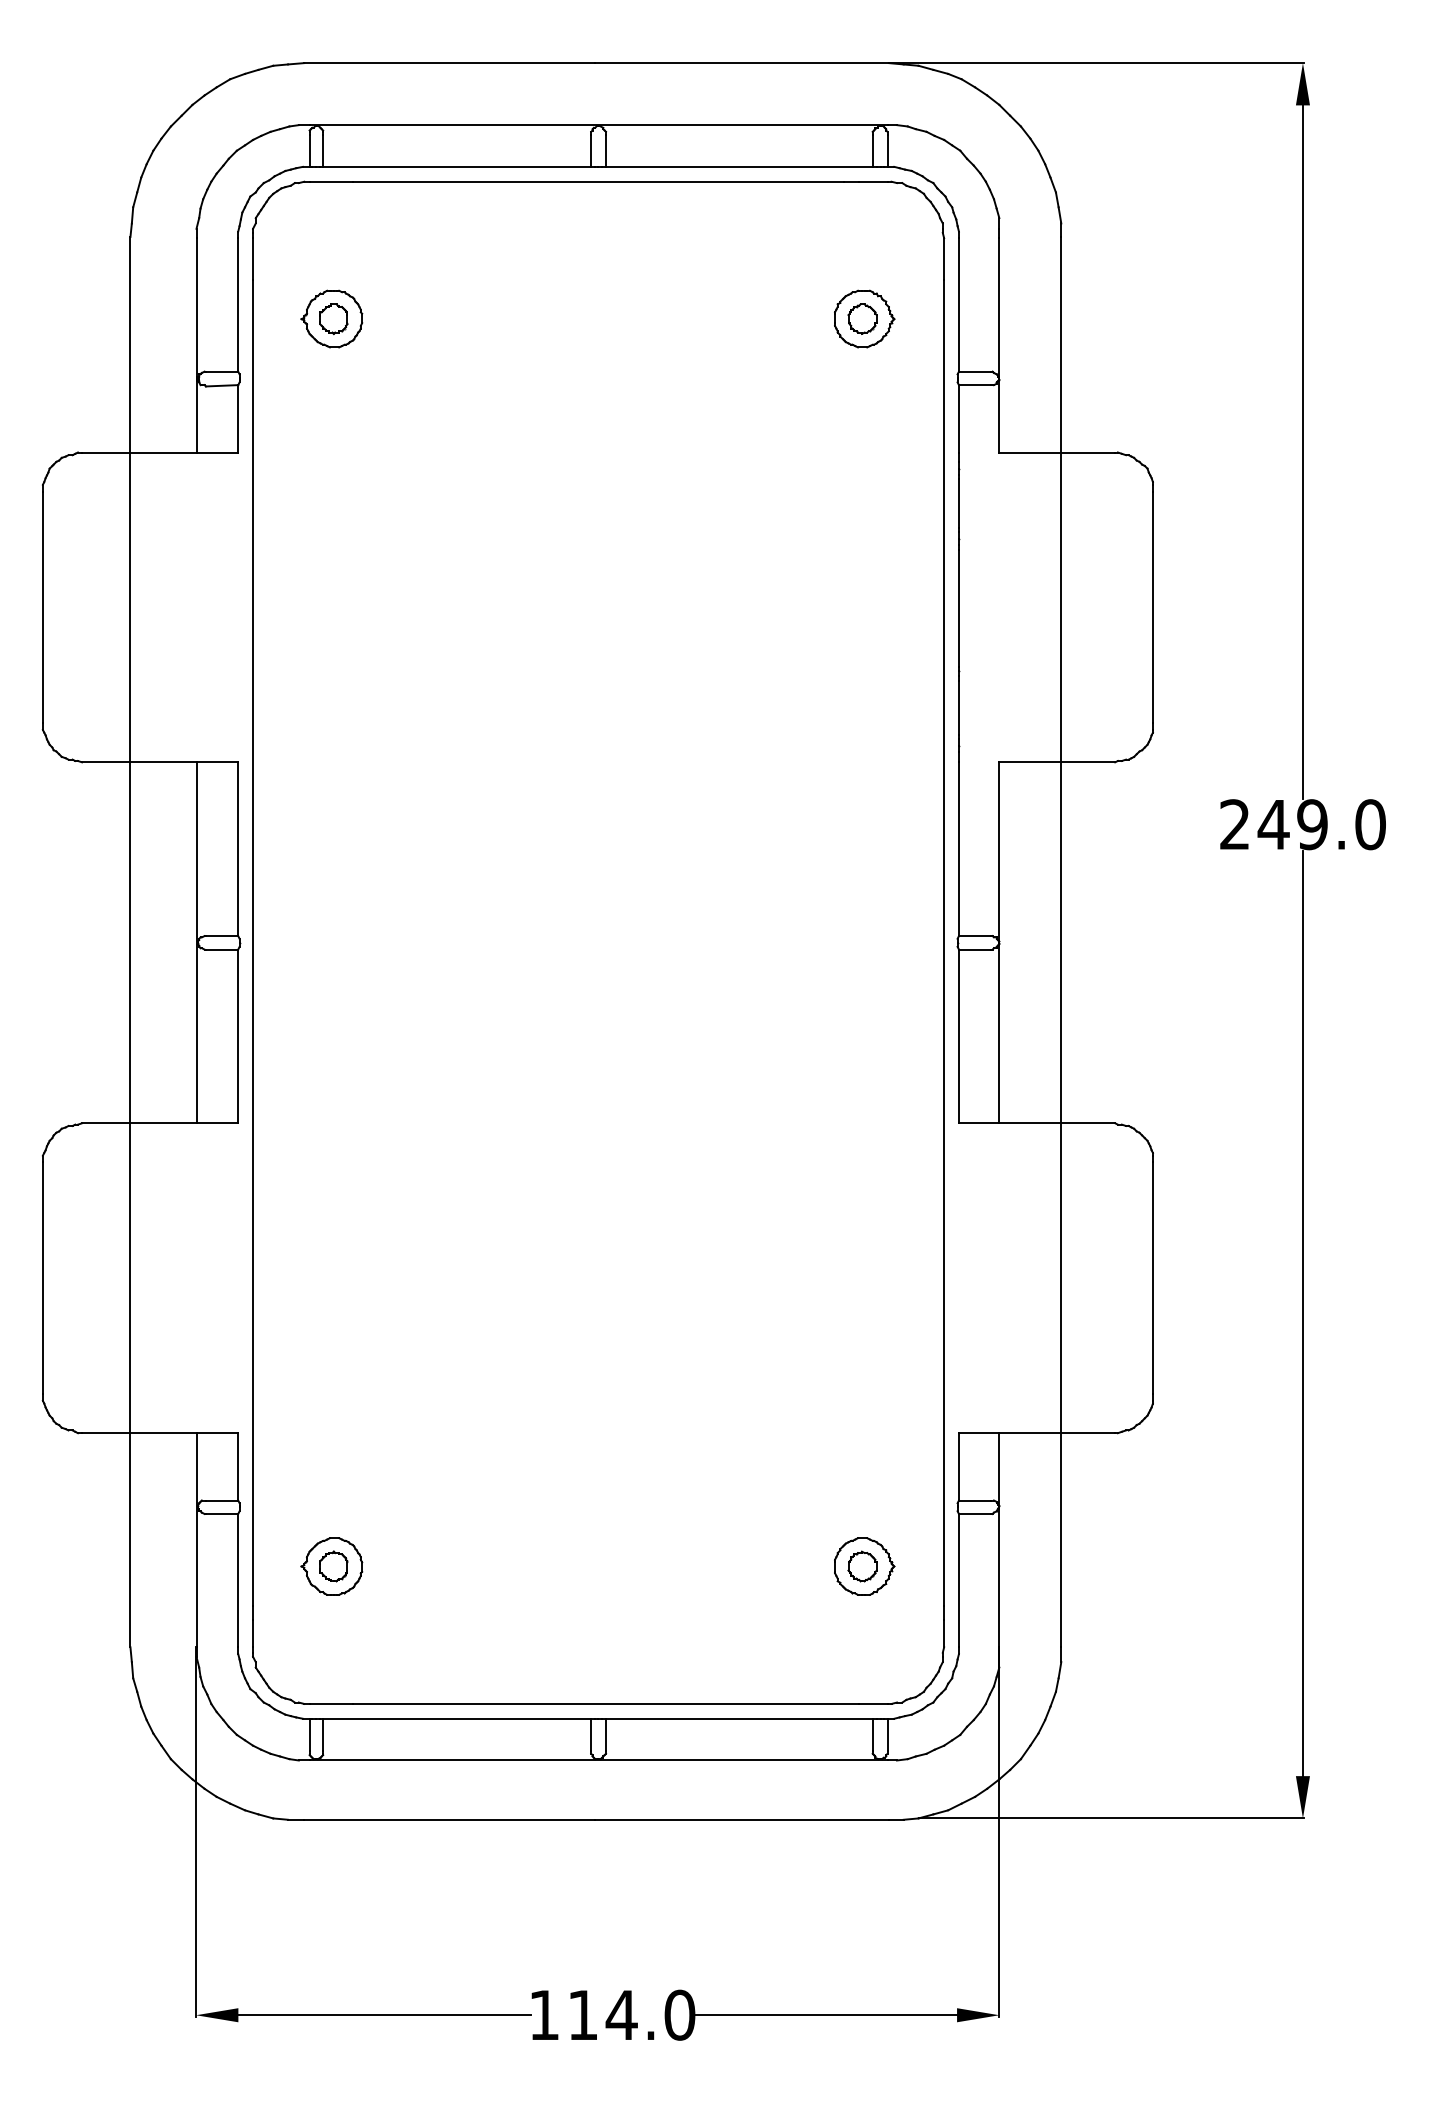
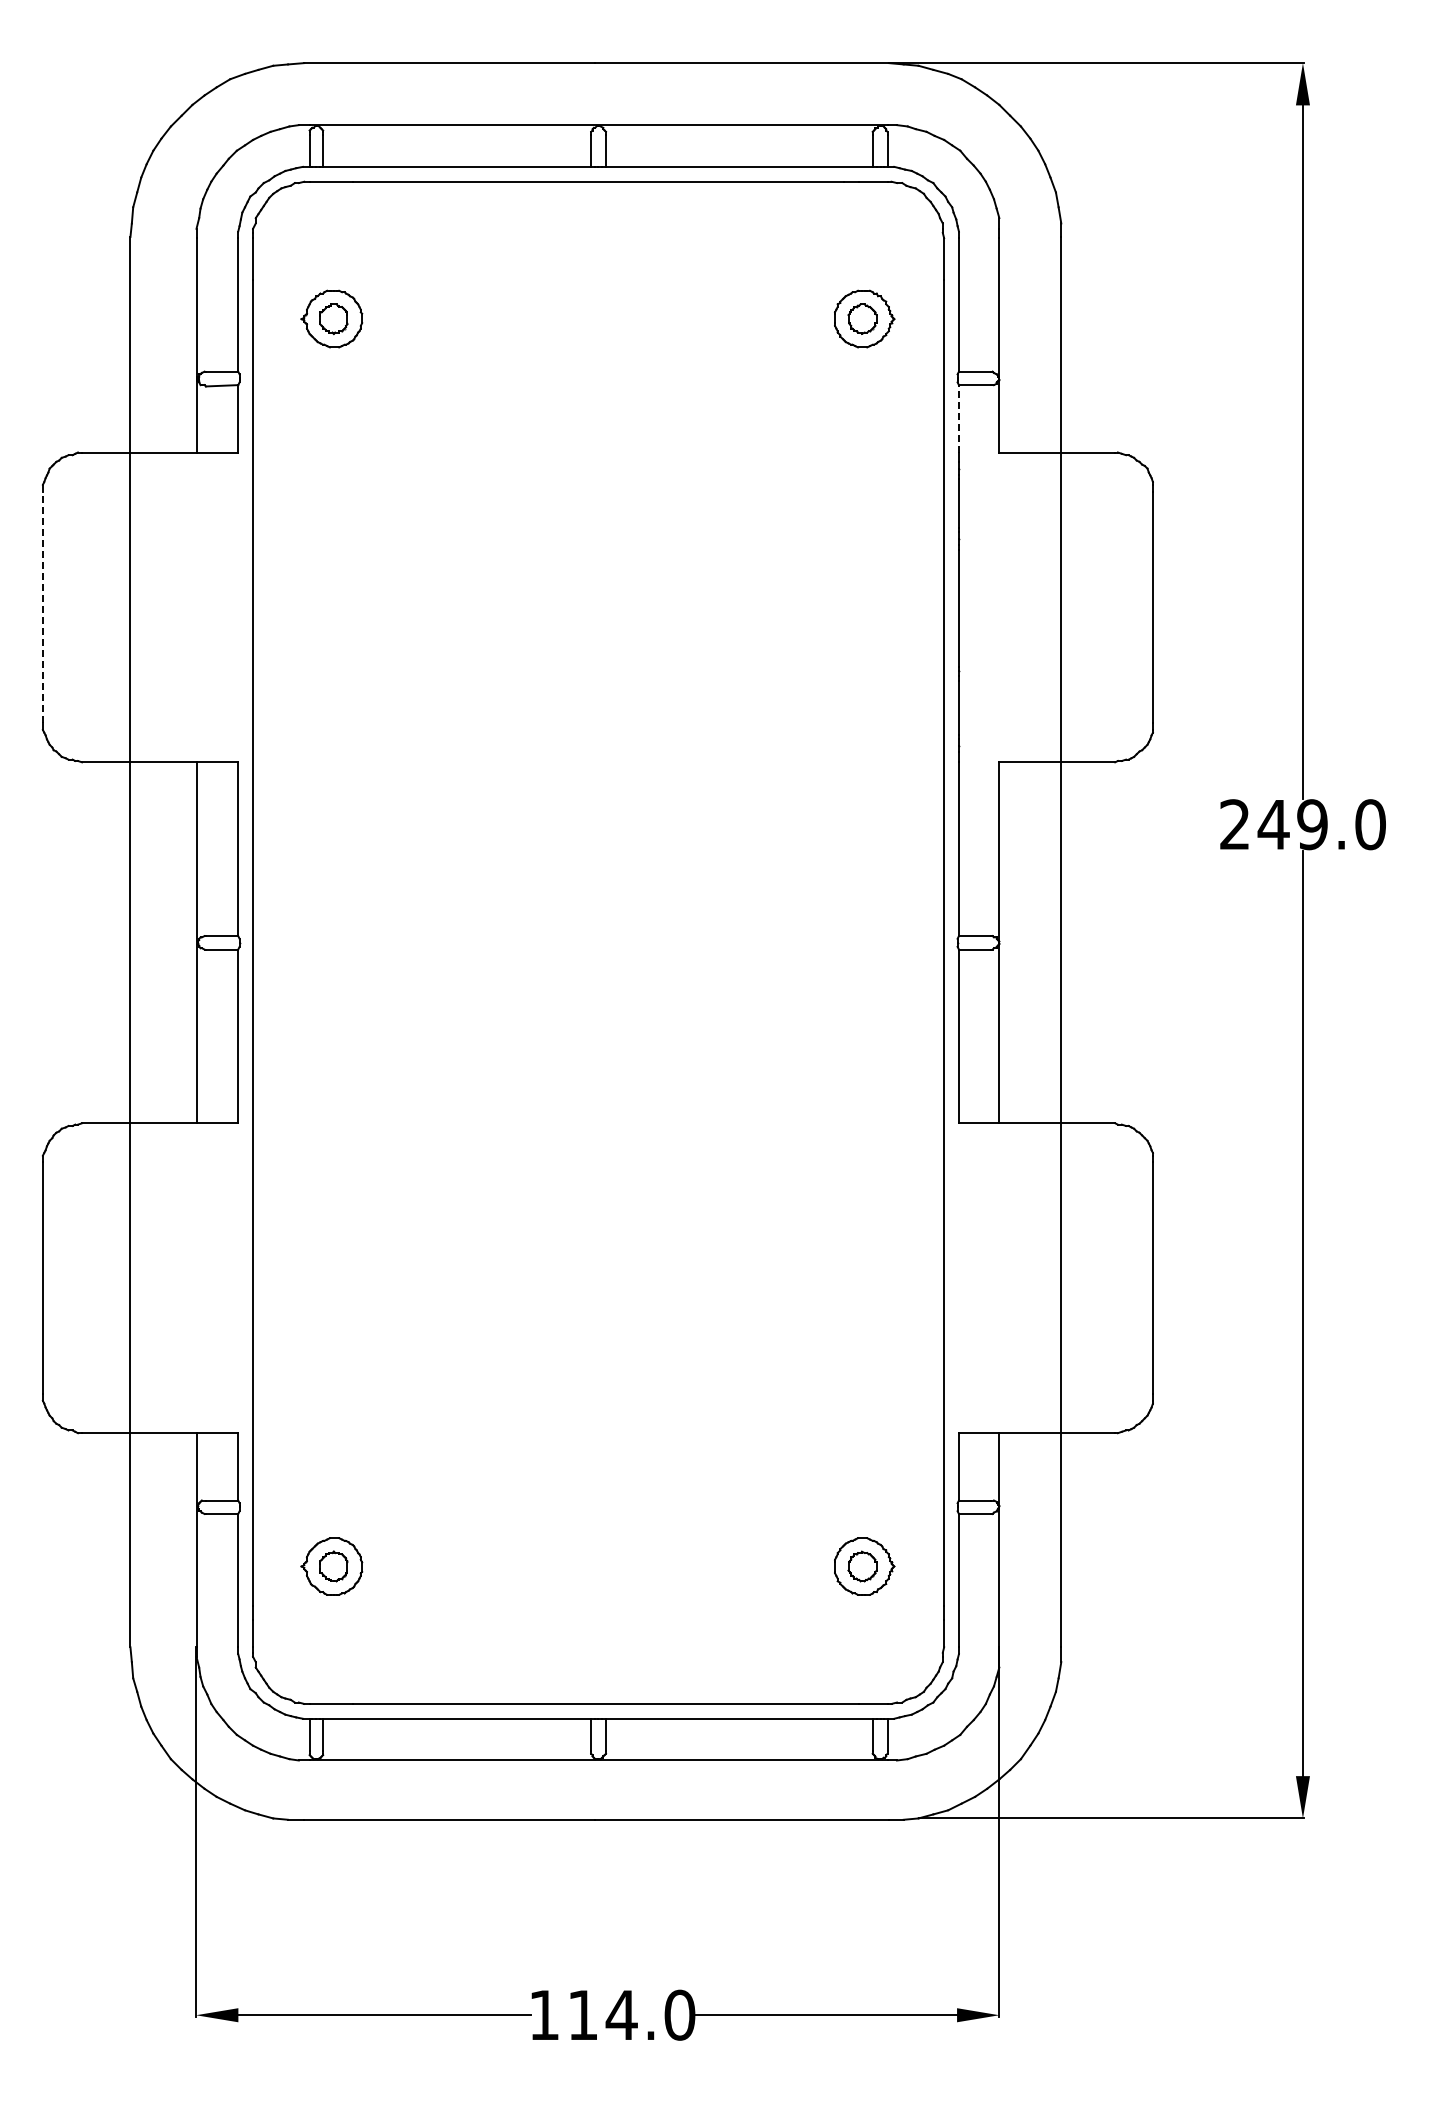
line at (958, 418): solid -> dashed
line at (42, 607): solid -> dashed
